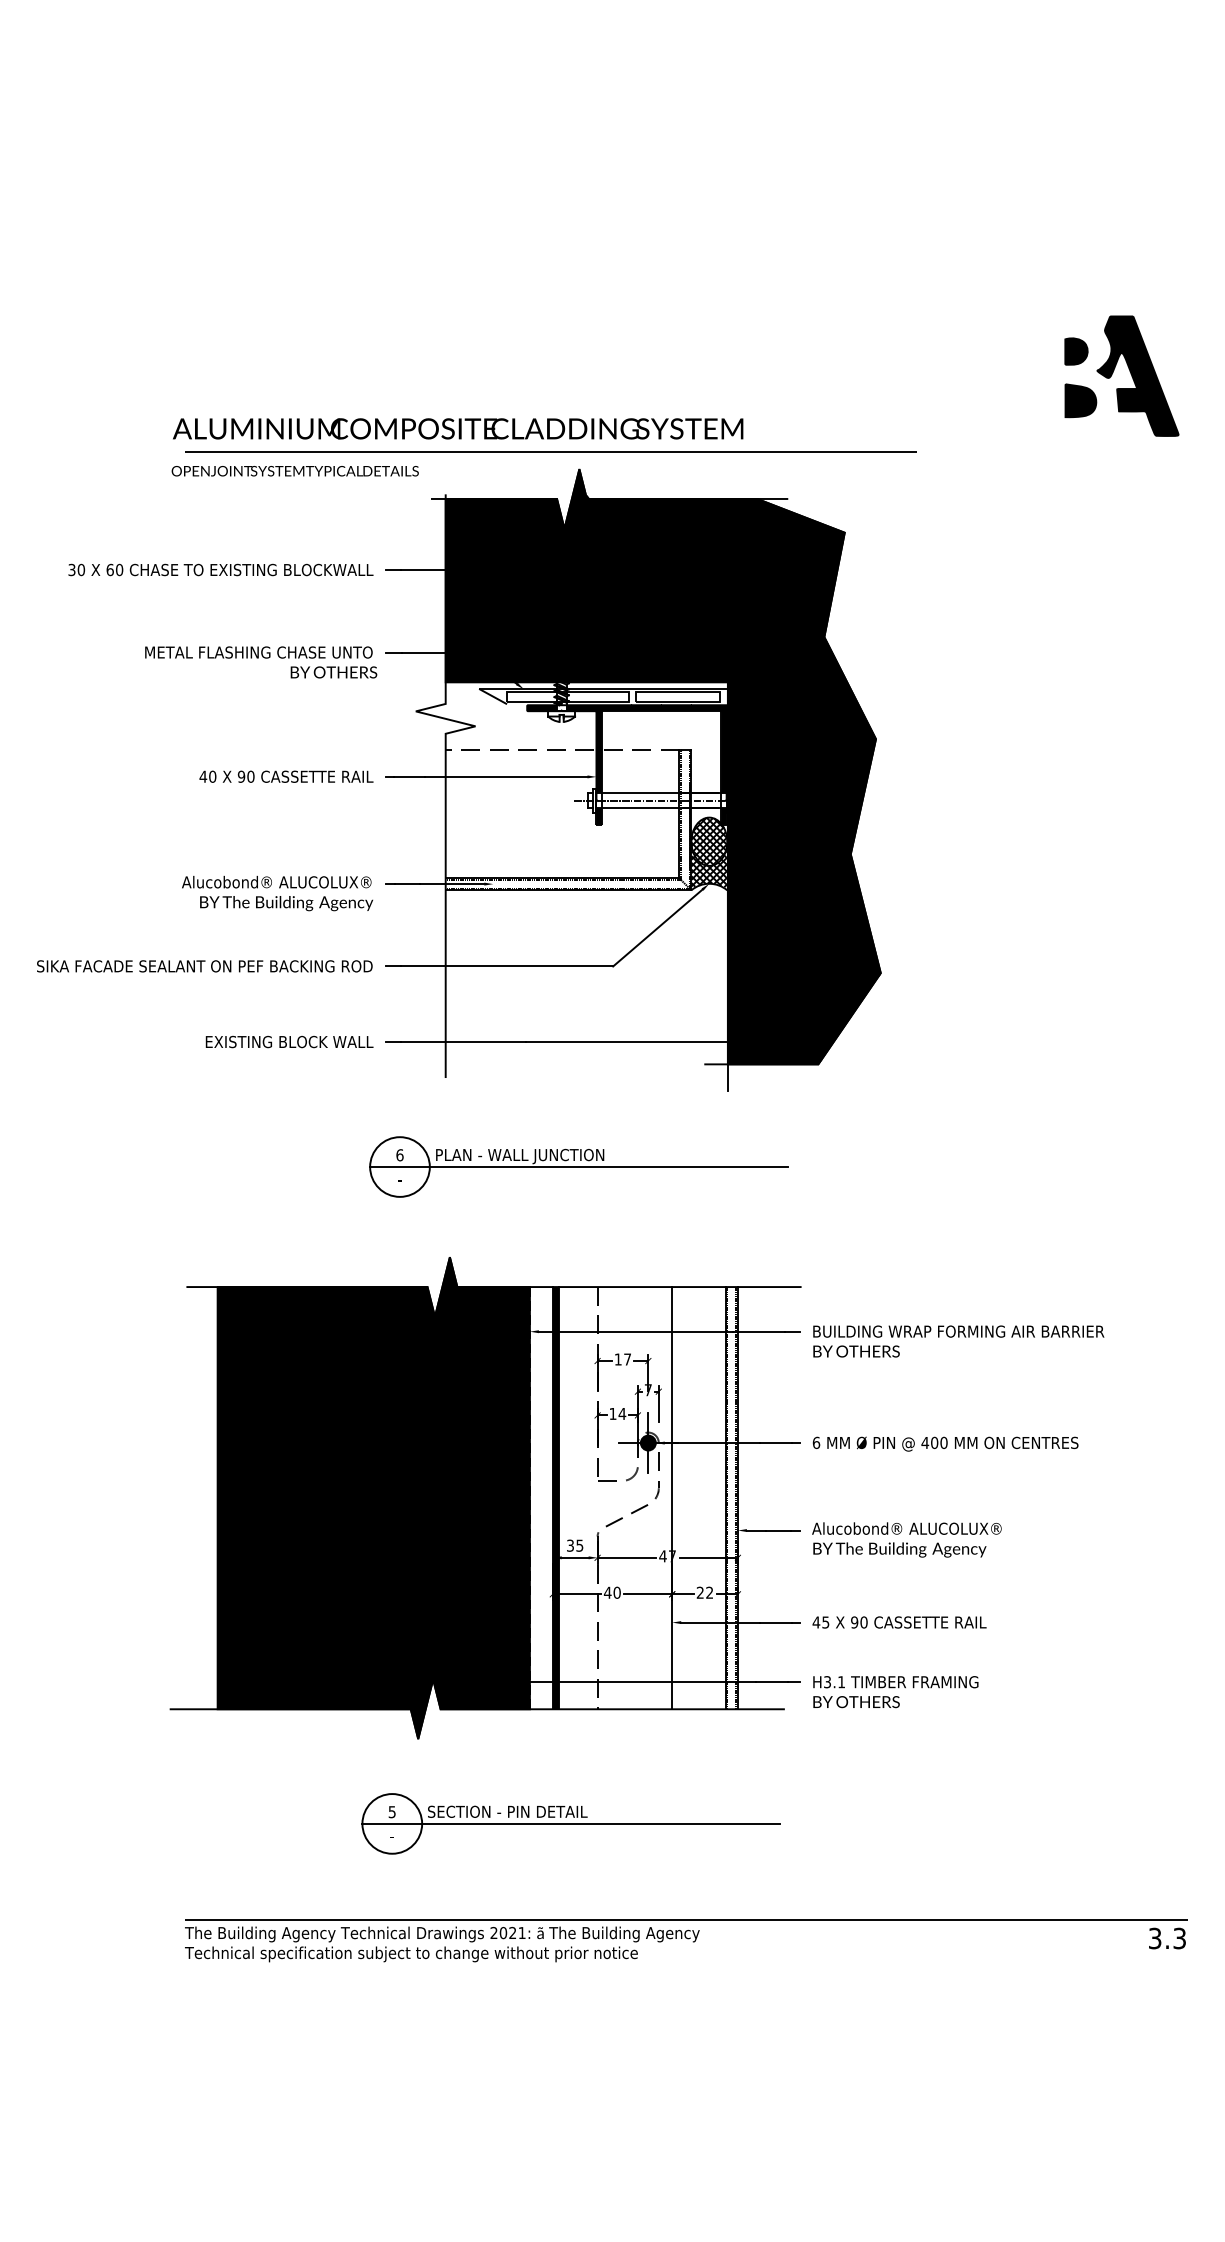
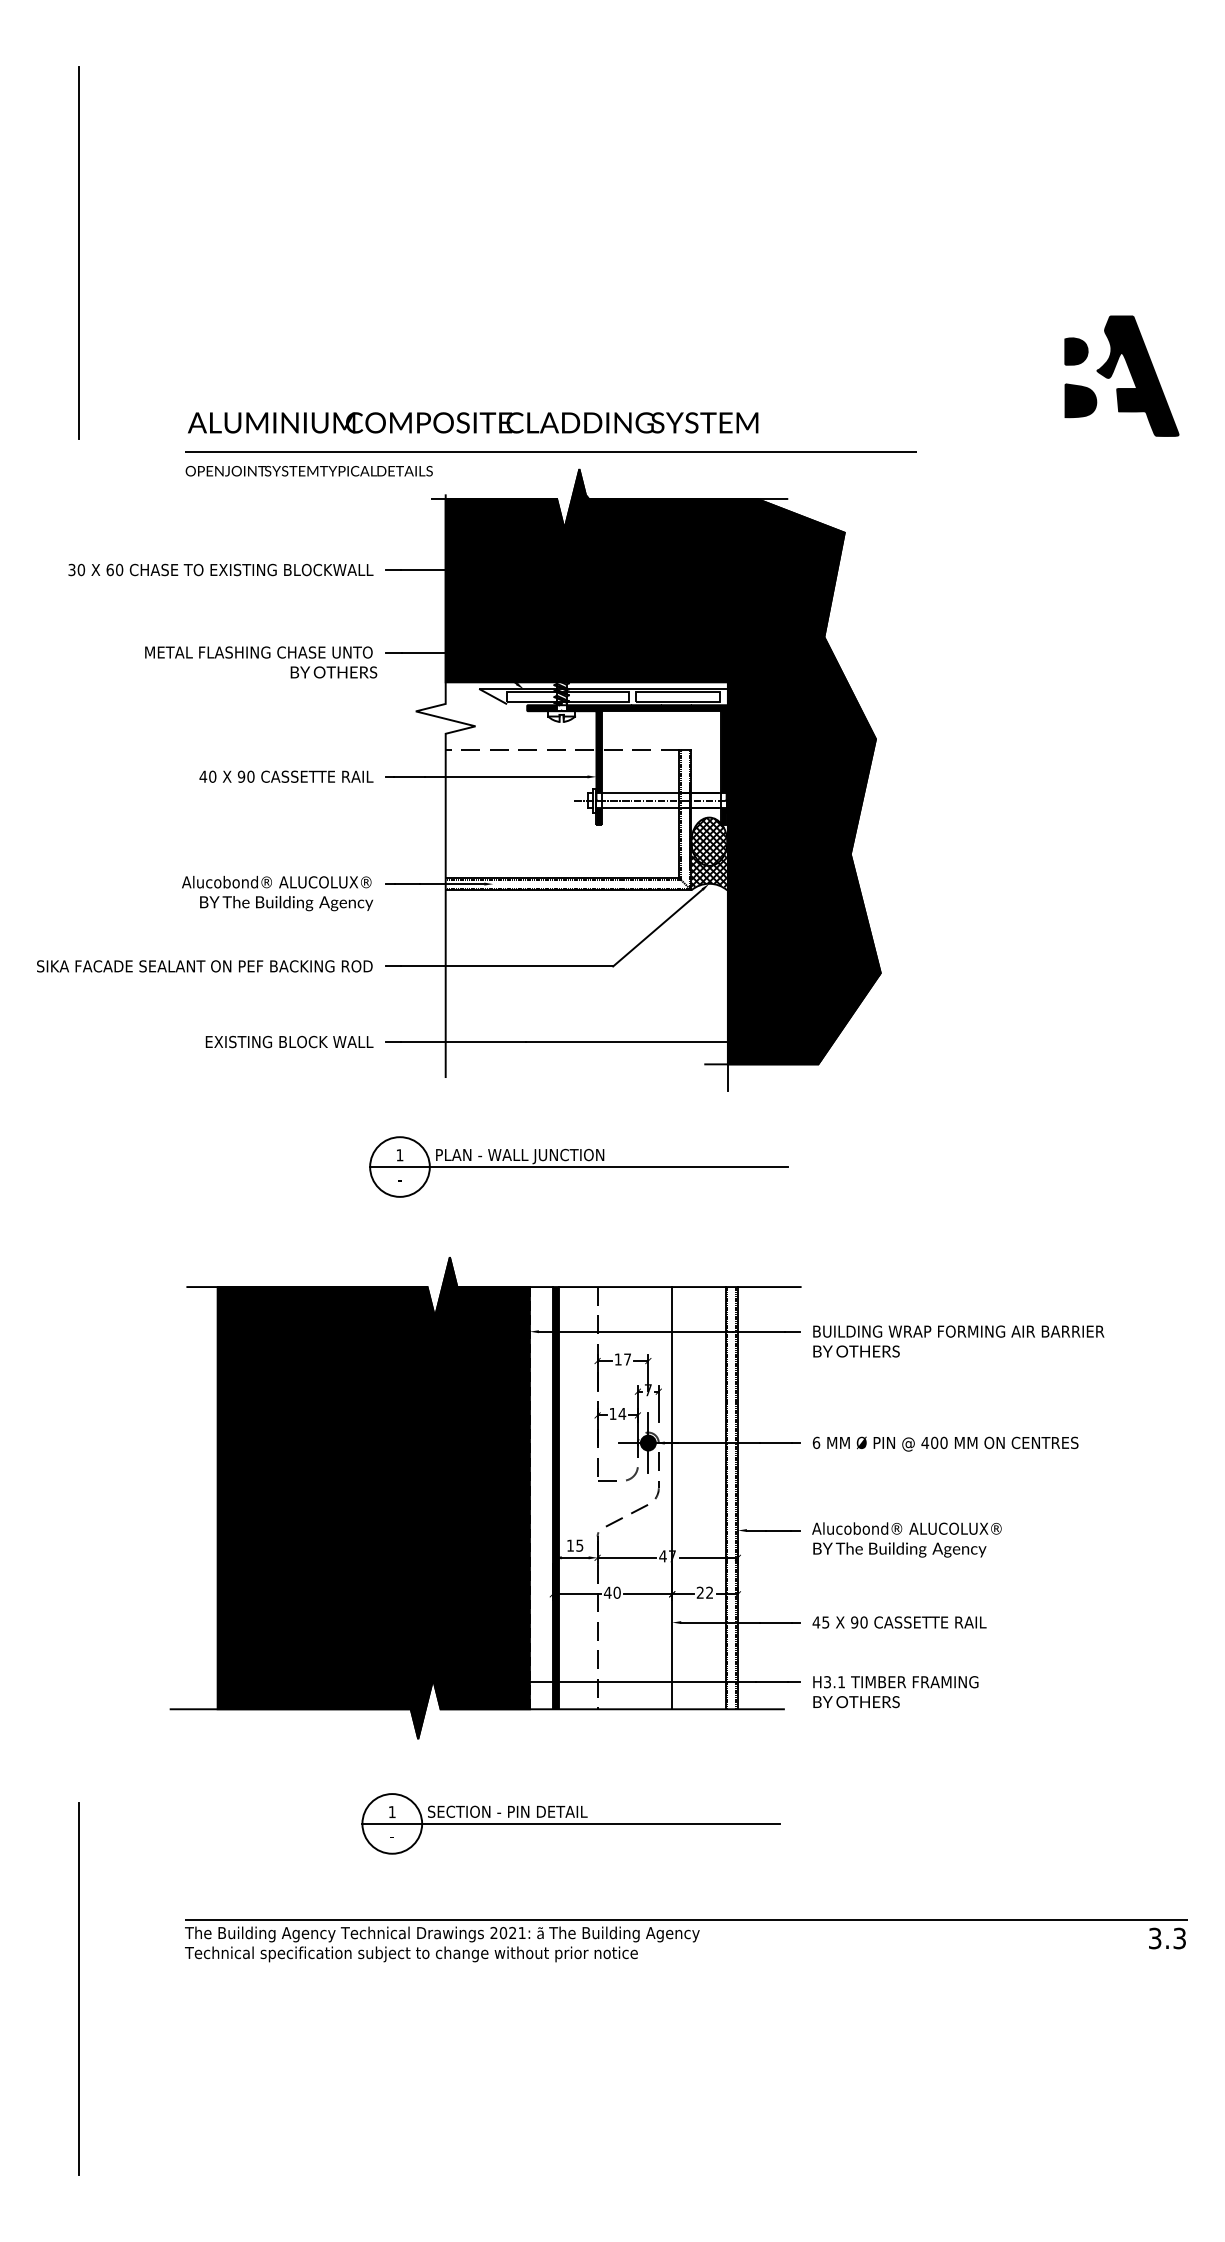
line at (79, 252): none -> present
text at (458, 428) position: (458, 428) -> (473, 422)
text at (294, 471) position: (294, 471) -> (308, 471)
text at (399, 1155): 6 -> 1
text at (570, 1545): 35 -> 15
text at (391, 1812): 5 -> 1
line at (79, 1988): none -> present
